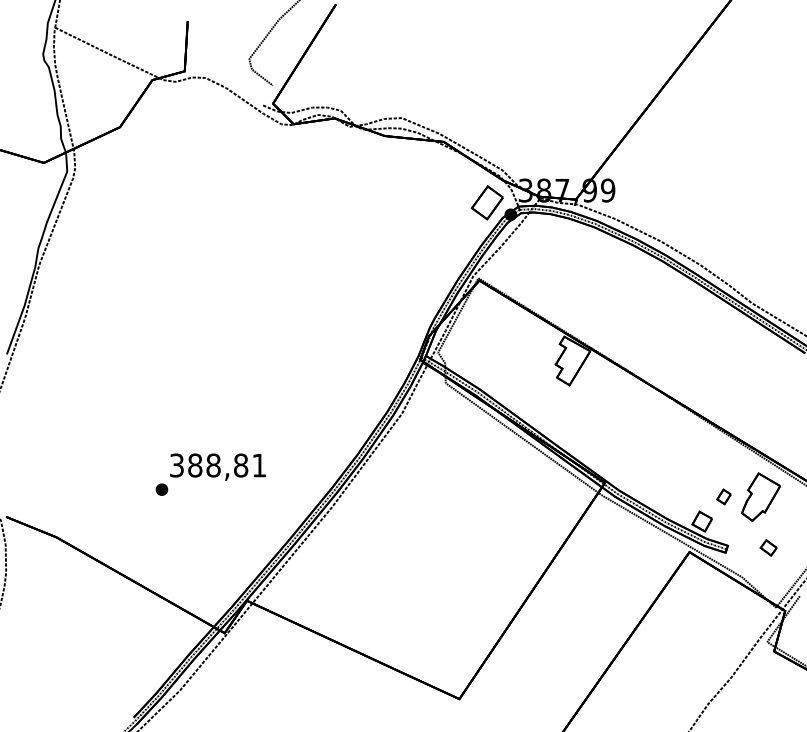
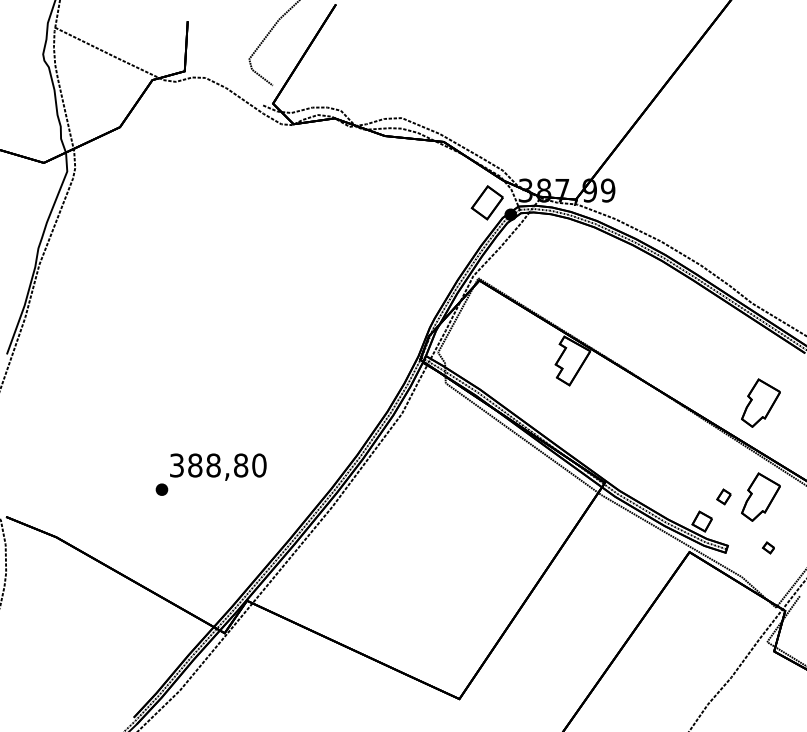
part at (760, 402): none -> present
text at (259, 465): 388,81 -> 388,80
part at (768, 547) size: 19x18 px -> 13x14 px
